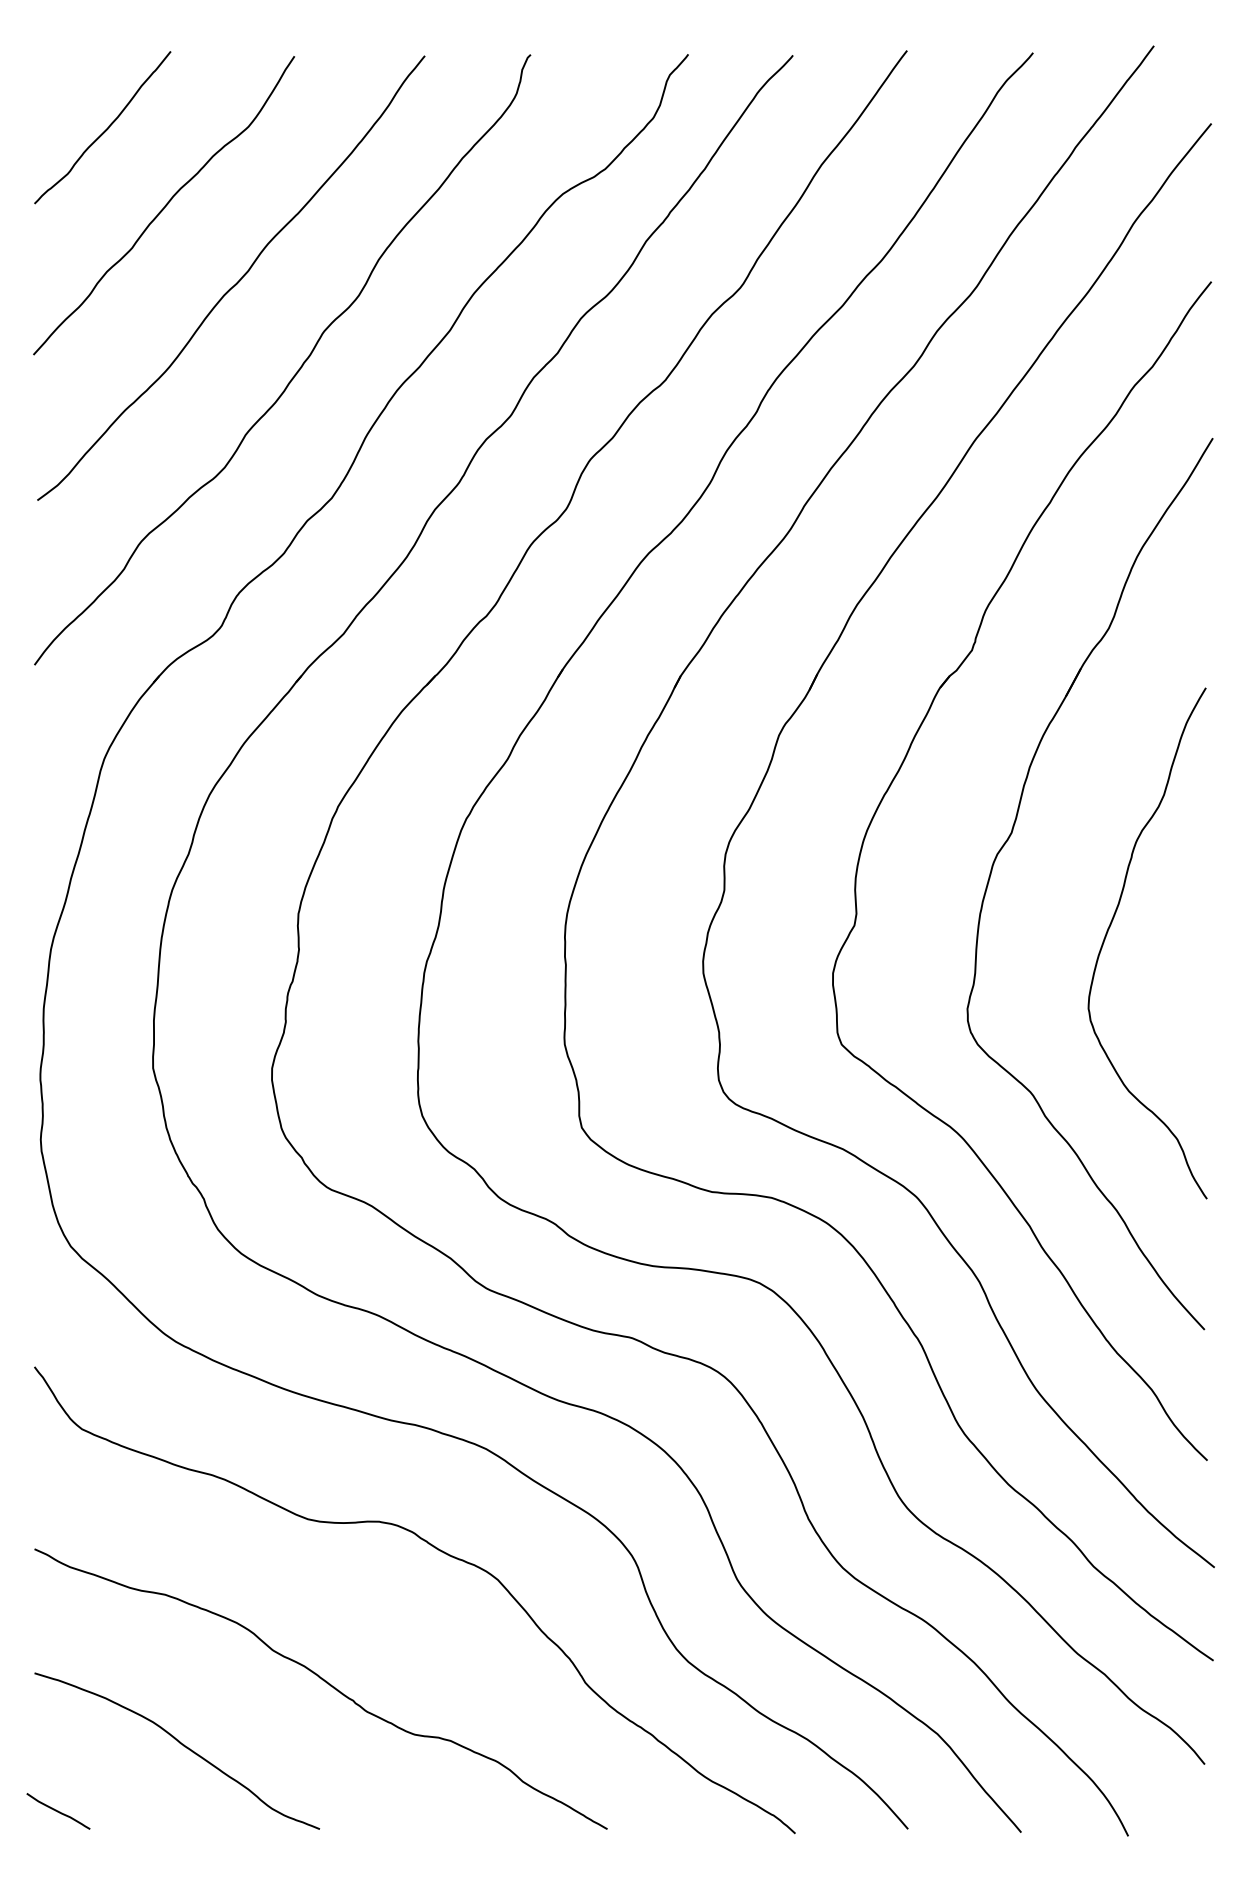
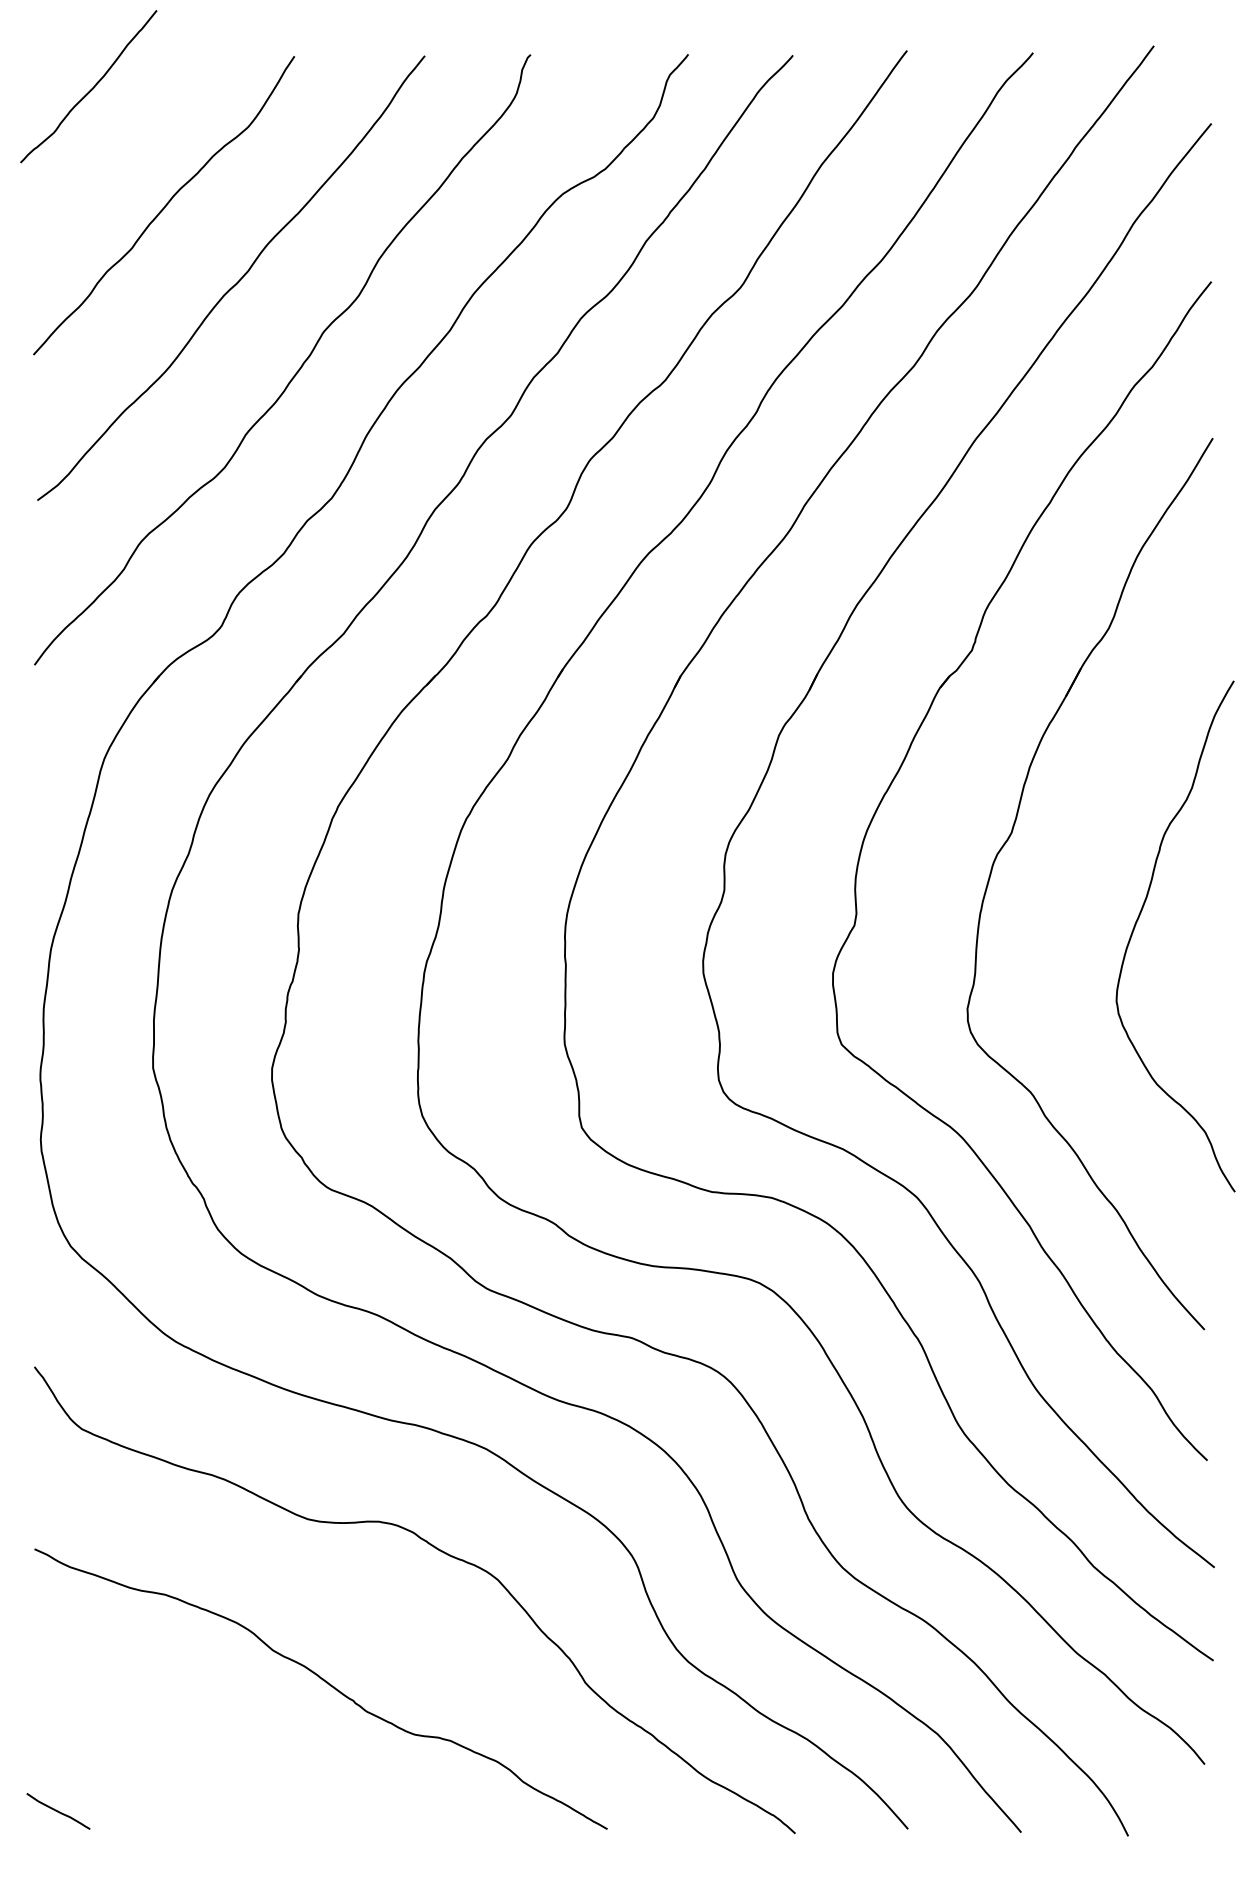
curve at (105, 129) position: (105, 129) -> (91, 88)
curve at (1111, 925) position: (1111, 925) -> (1139, 918)
curve at (180, 1744): present -> none
